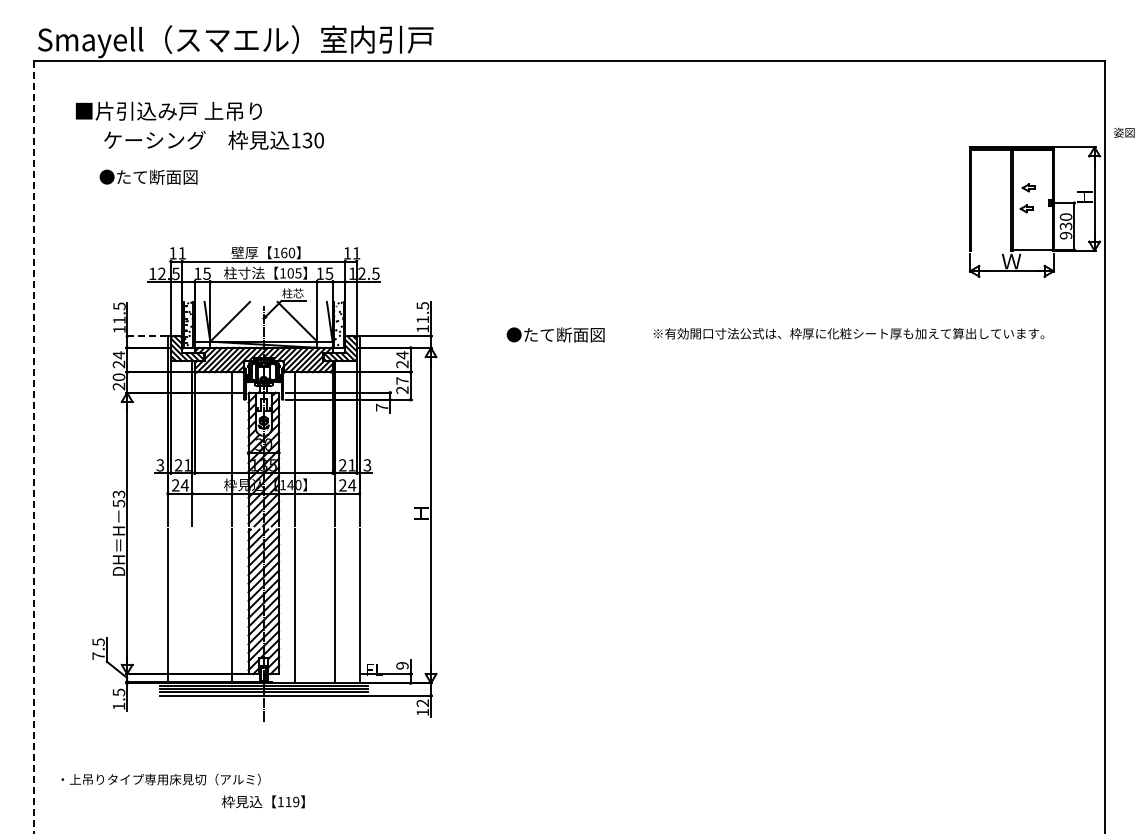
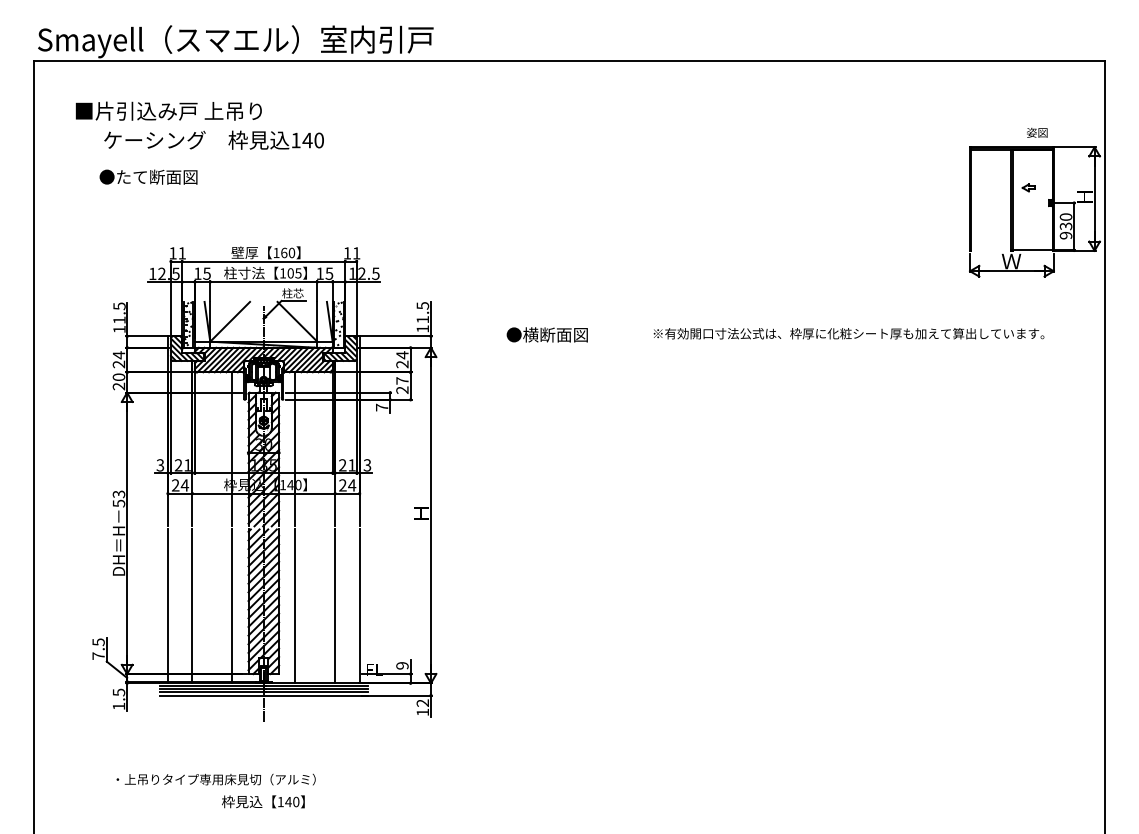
text at (1124, 132) position: (1124, 132) -> (1037, 132)
text at (307, 140): 130 -> 140
part at (1026, 208): present -> none
text at (563, 334): ●たて断面図 -> ●横断面図
line at (146, 336): dashed -> solid
line at (34, 447): dashed -> solid
line at (192, 606): none -> present
text at (160, 779) position: (160, 779) -> (215, 779)
text at (292, 802): 119 -> 140
